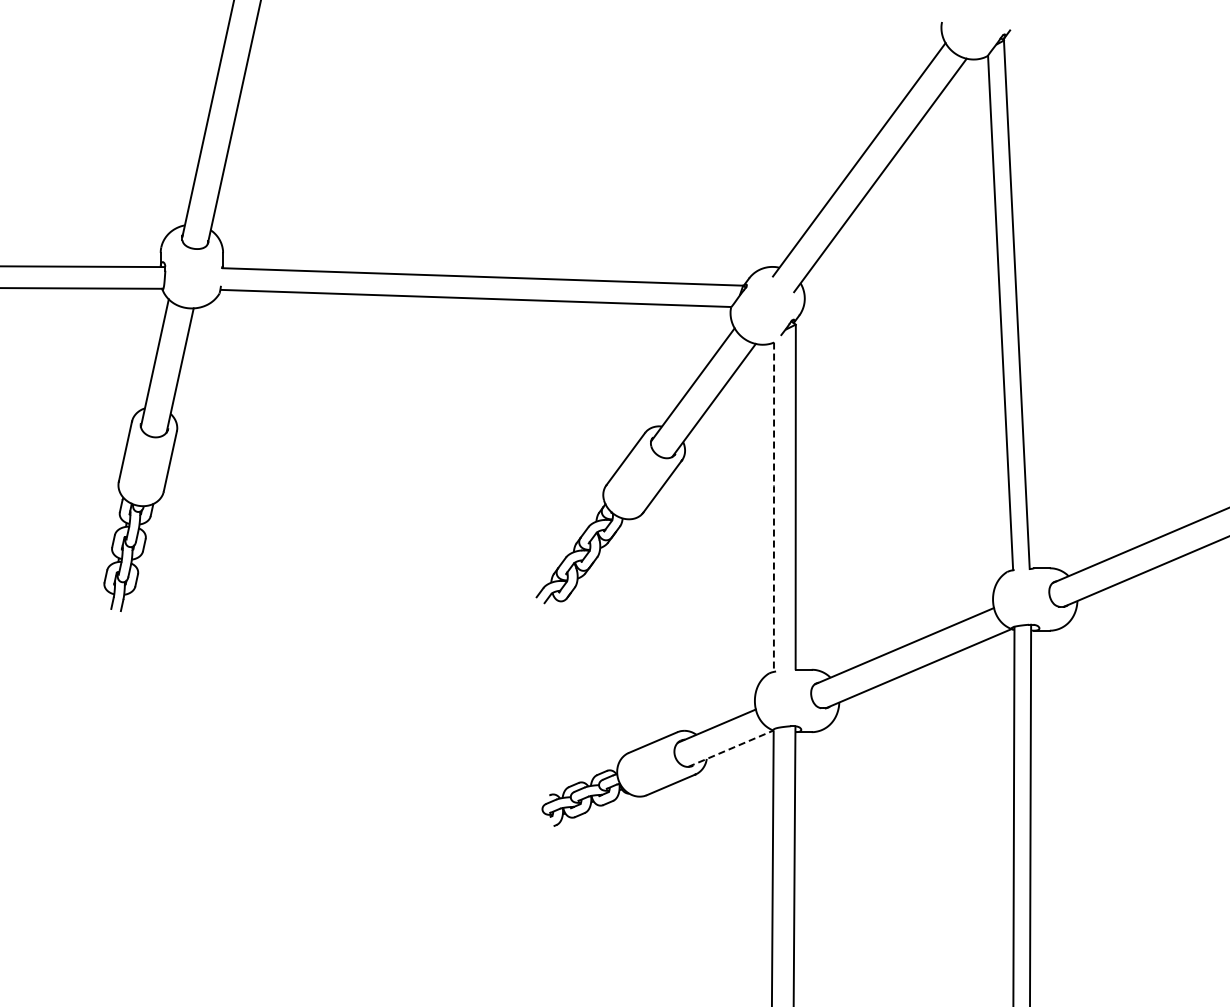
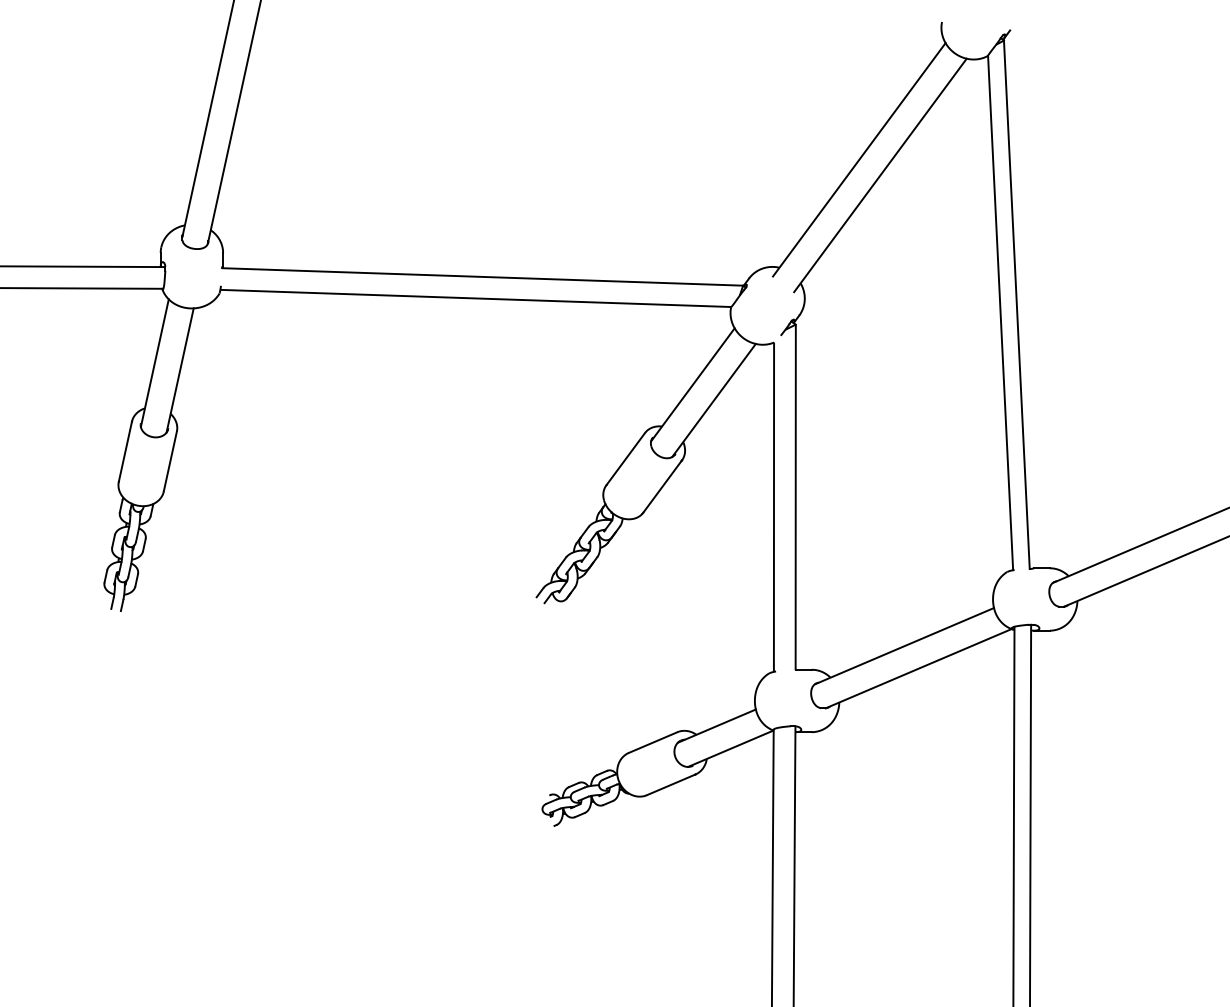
line at (773, 506): dashed -> solid
line at (731, 748): dashed -> solid
